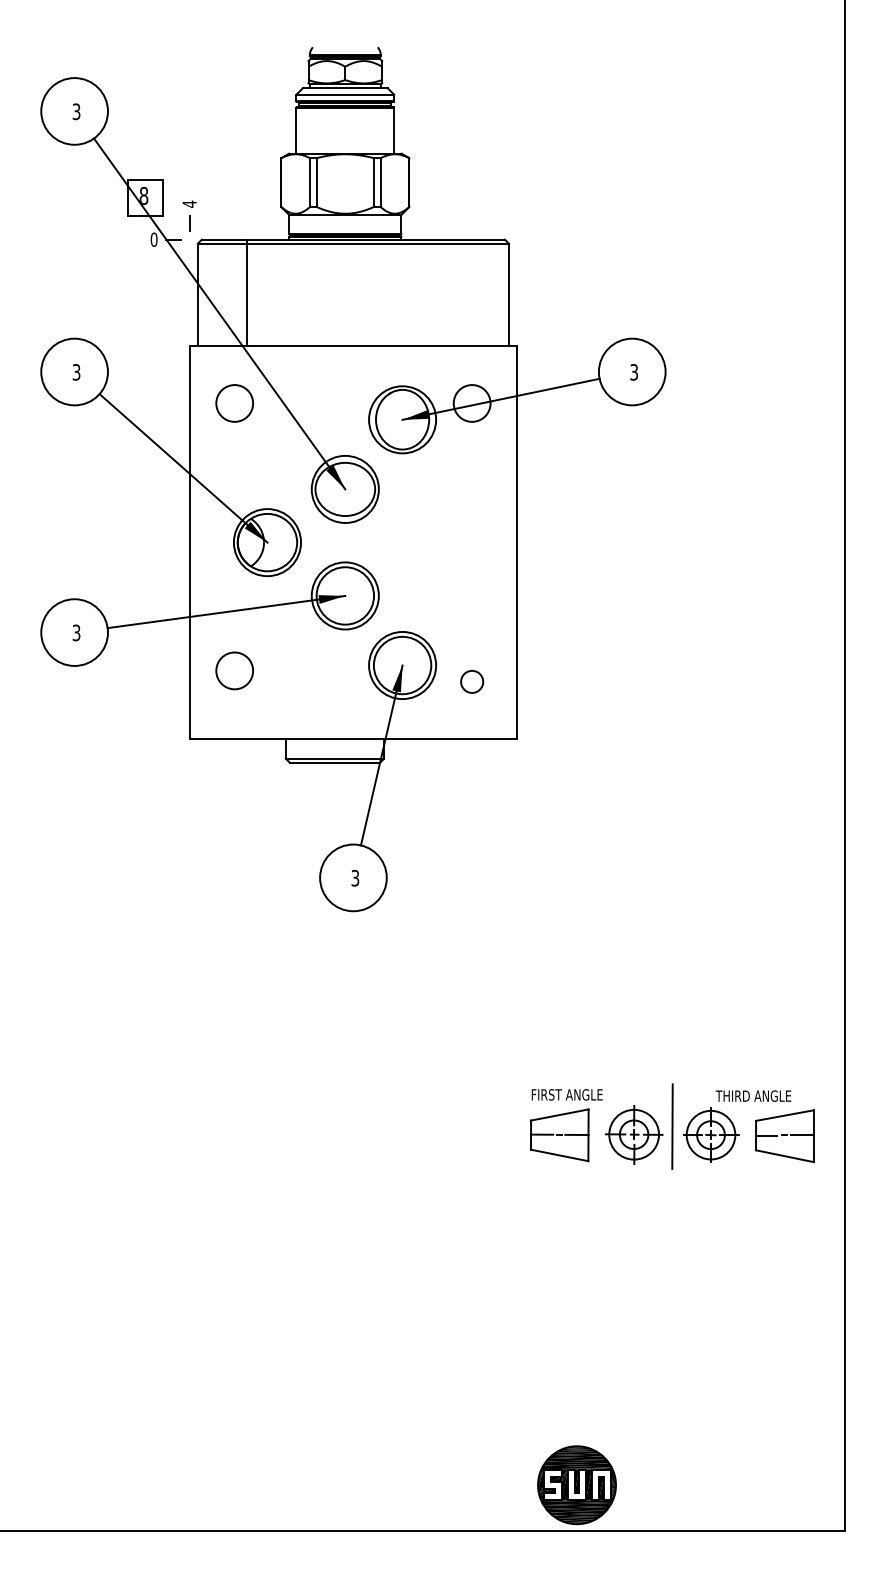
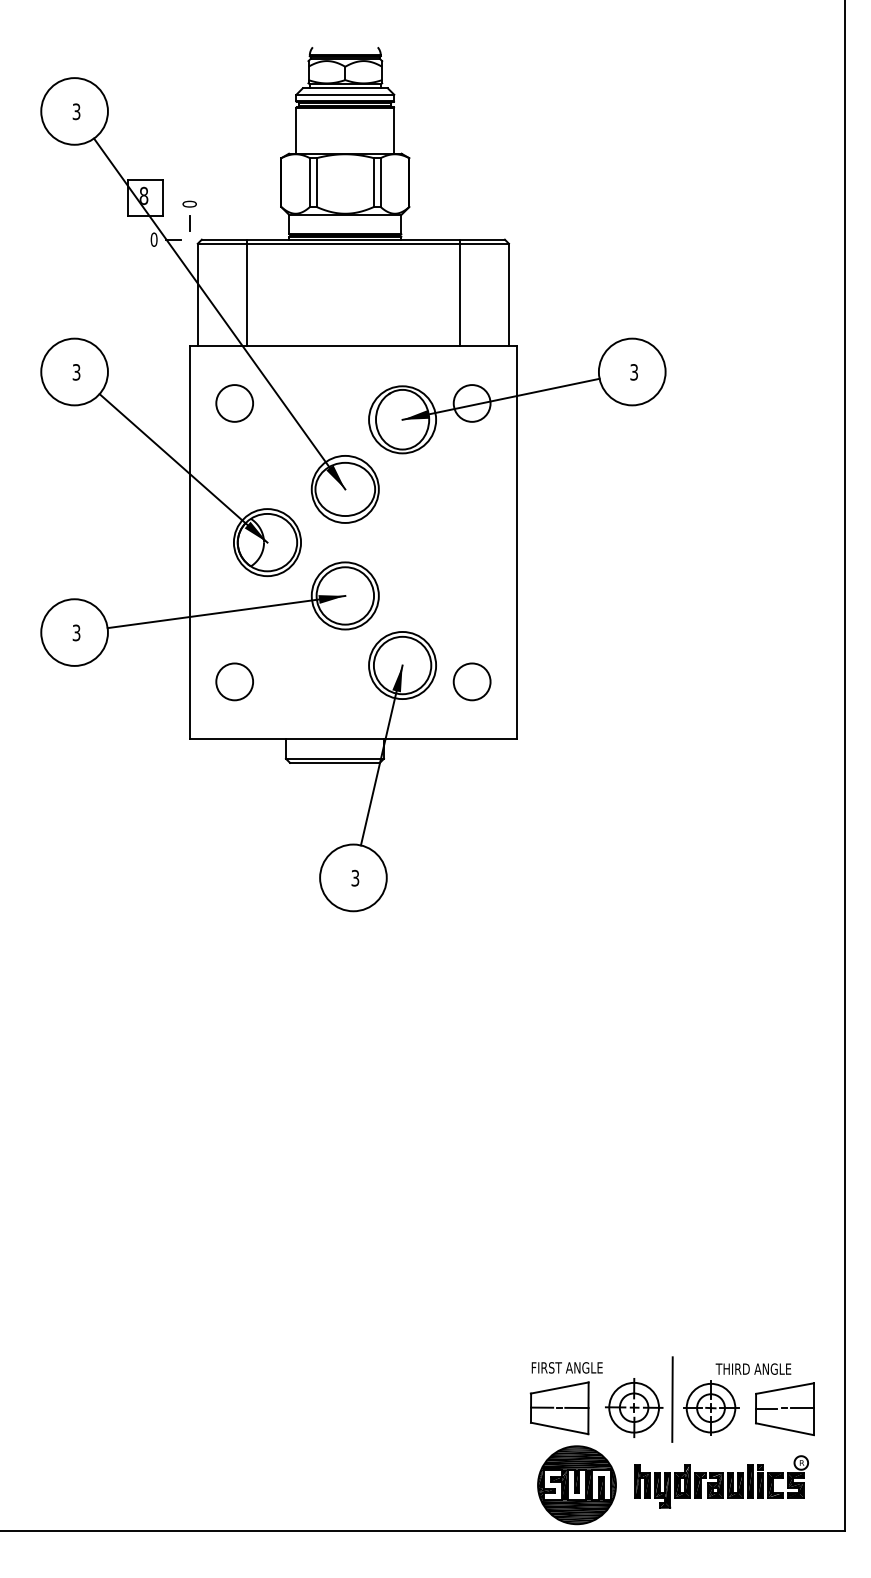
text at (189, 203): 4 -> 0
line at (459, 292): none -> present
circle at (234, 670) position: (234, 670) -> (234, 681)
circle at (472, 681) diameter: 22 px -> 37 px
part at (671, 1126) position: (671, 1126) -> (671, 1399)
part at (721, 1481): none -> present
